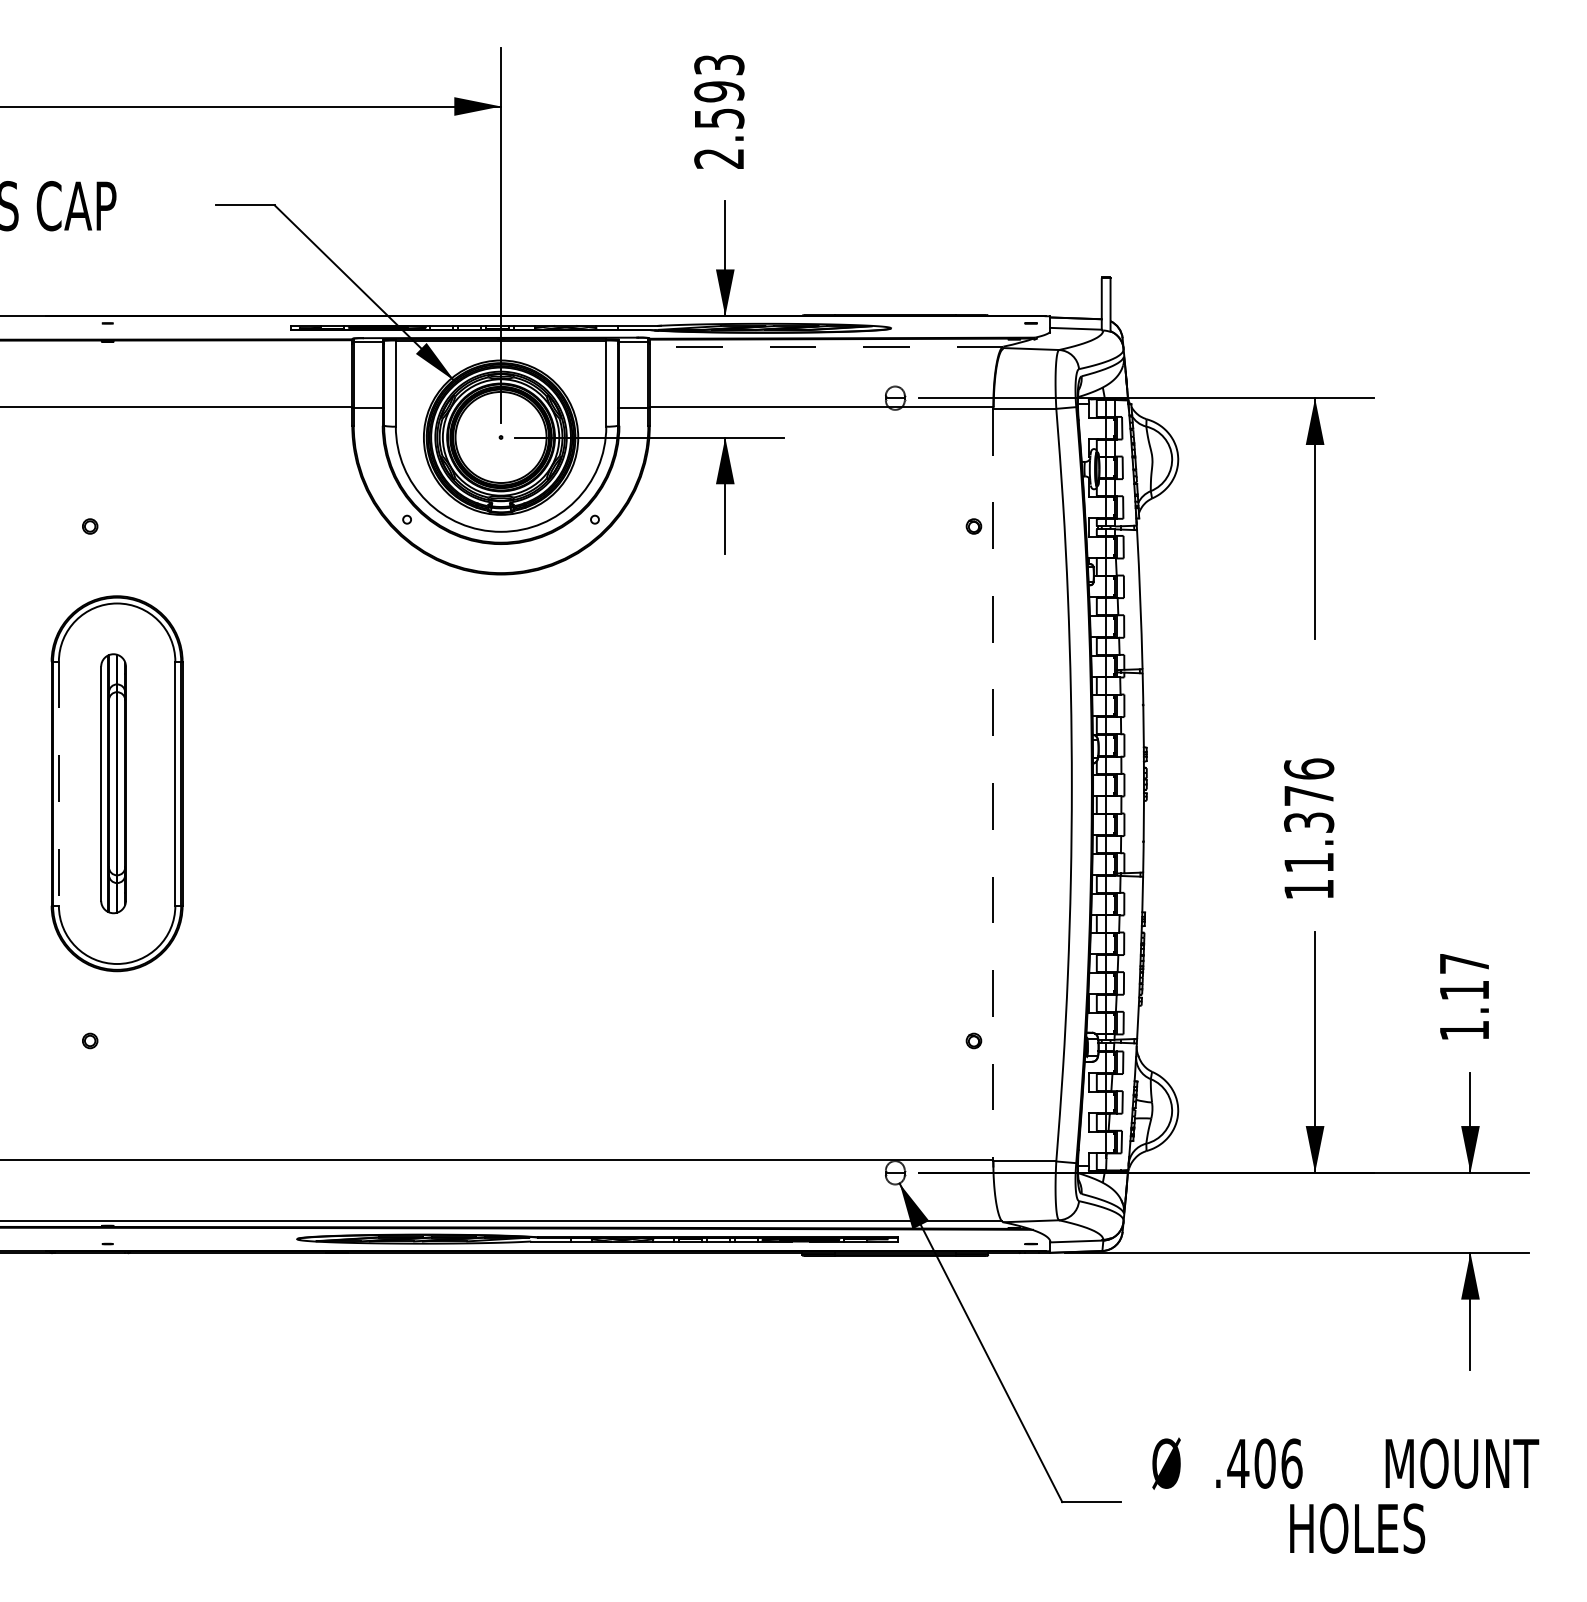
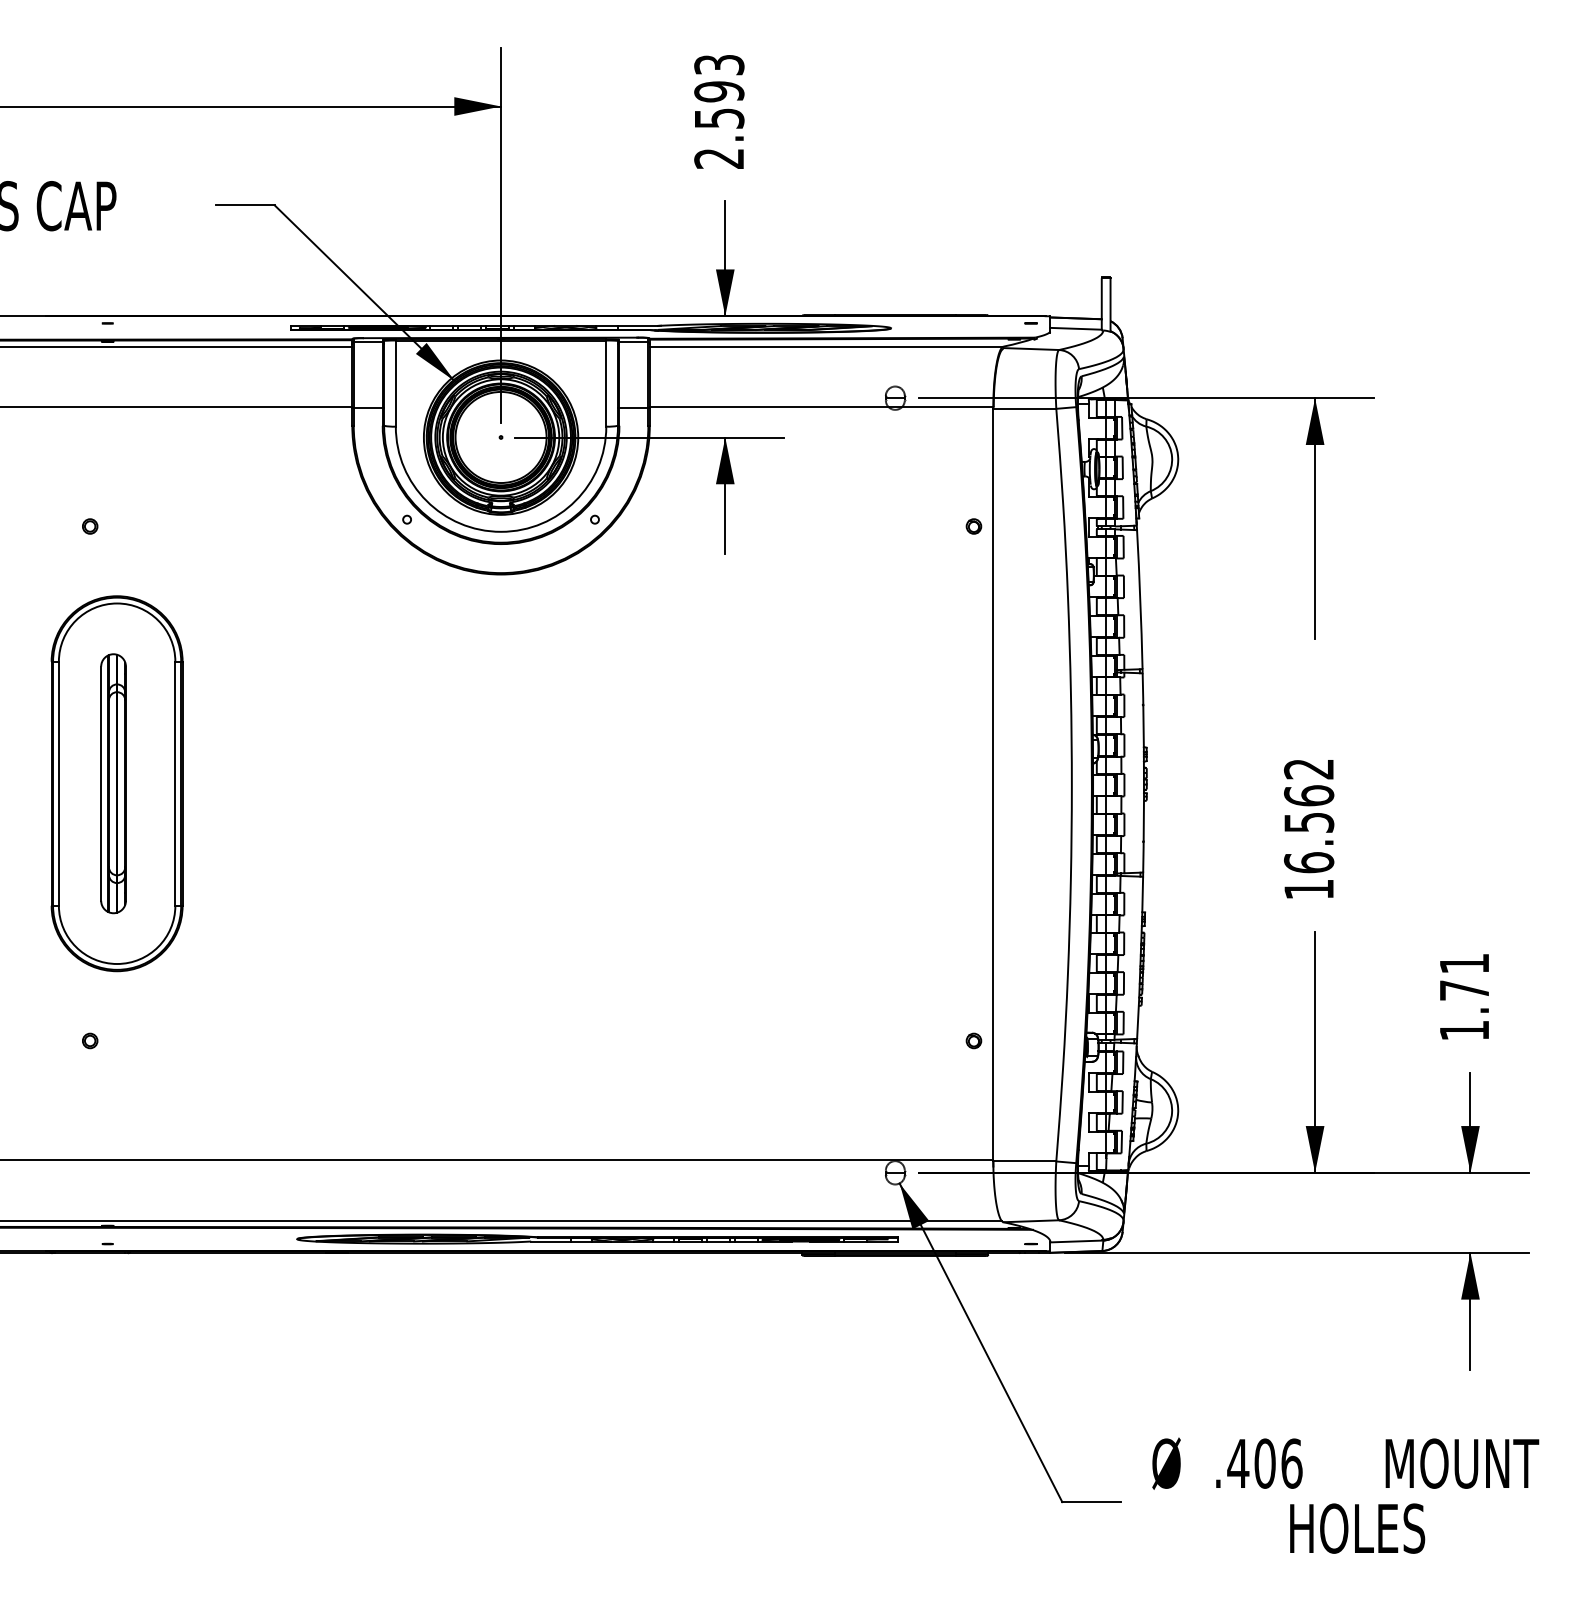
line at (177, 346): none -> present
line at (826, 346): dashed -> solid
line at (58, 784): dashed -> solid
line at (993, 785): dashed -> solid
text at (1308, 815): 11.376 -> 16.562
text at (1464, 977): 1.17 -> 1.71
